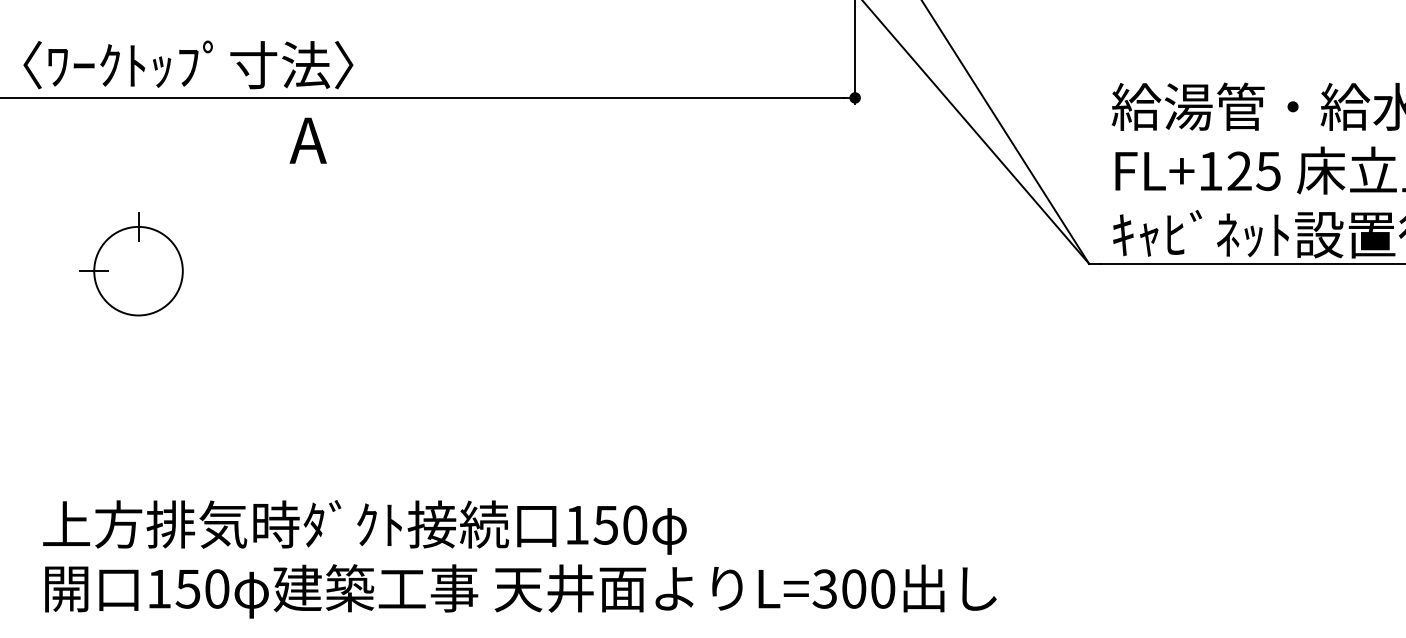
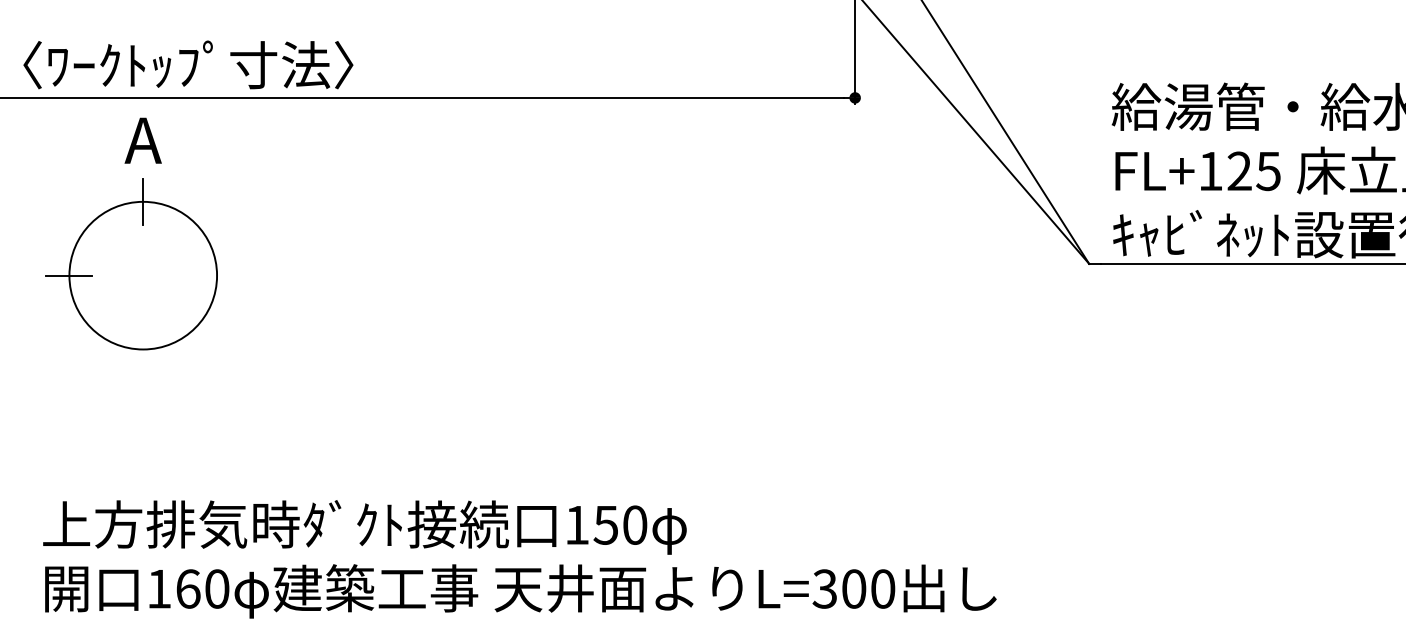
text at (307, 140) position: (307, 140) -> (142, 140)
part at (131, 264) size: 105x105 px -> 173x173 px
text at (187, 588): 150 -> 160
